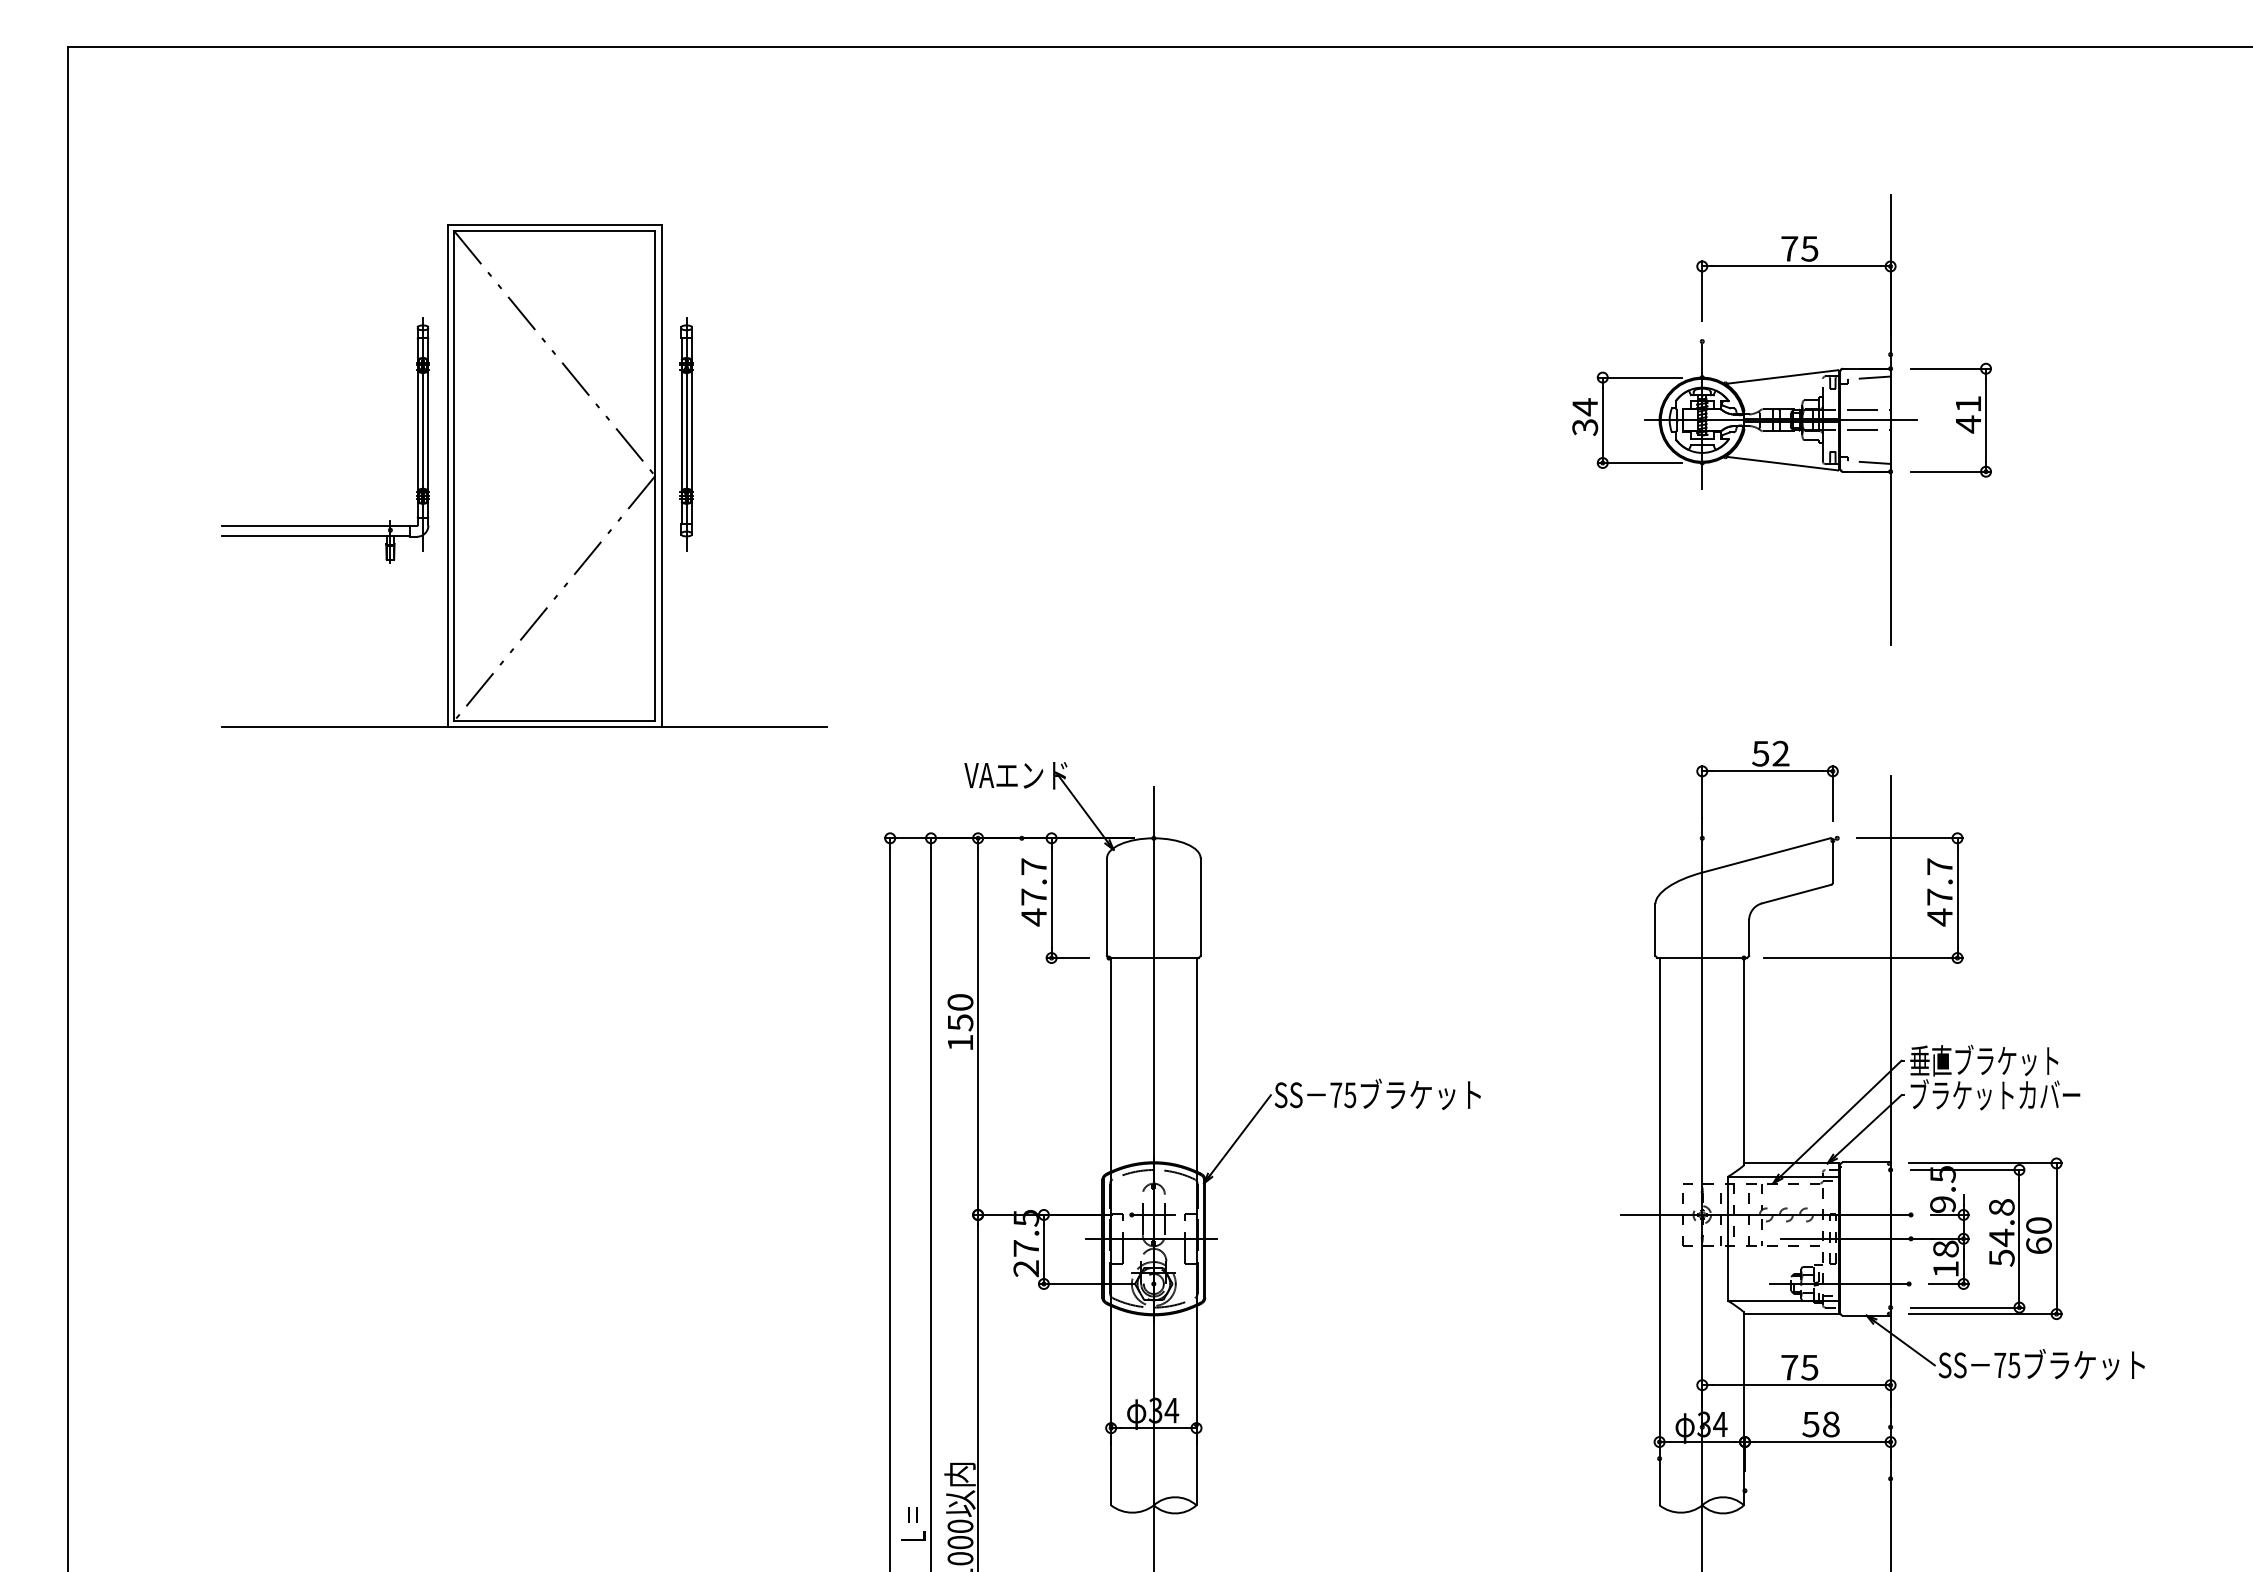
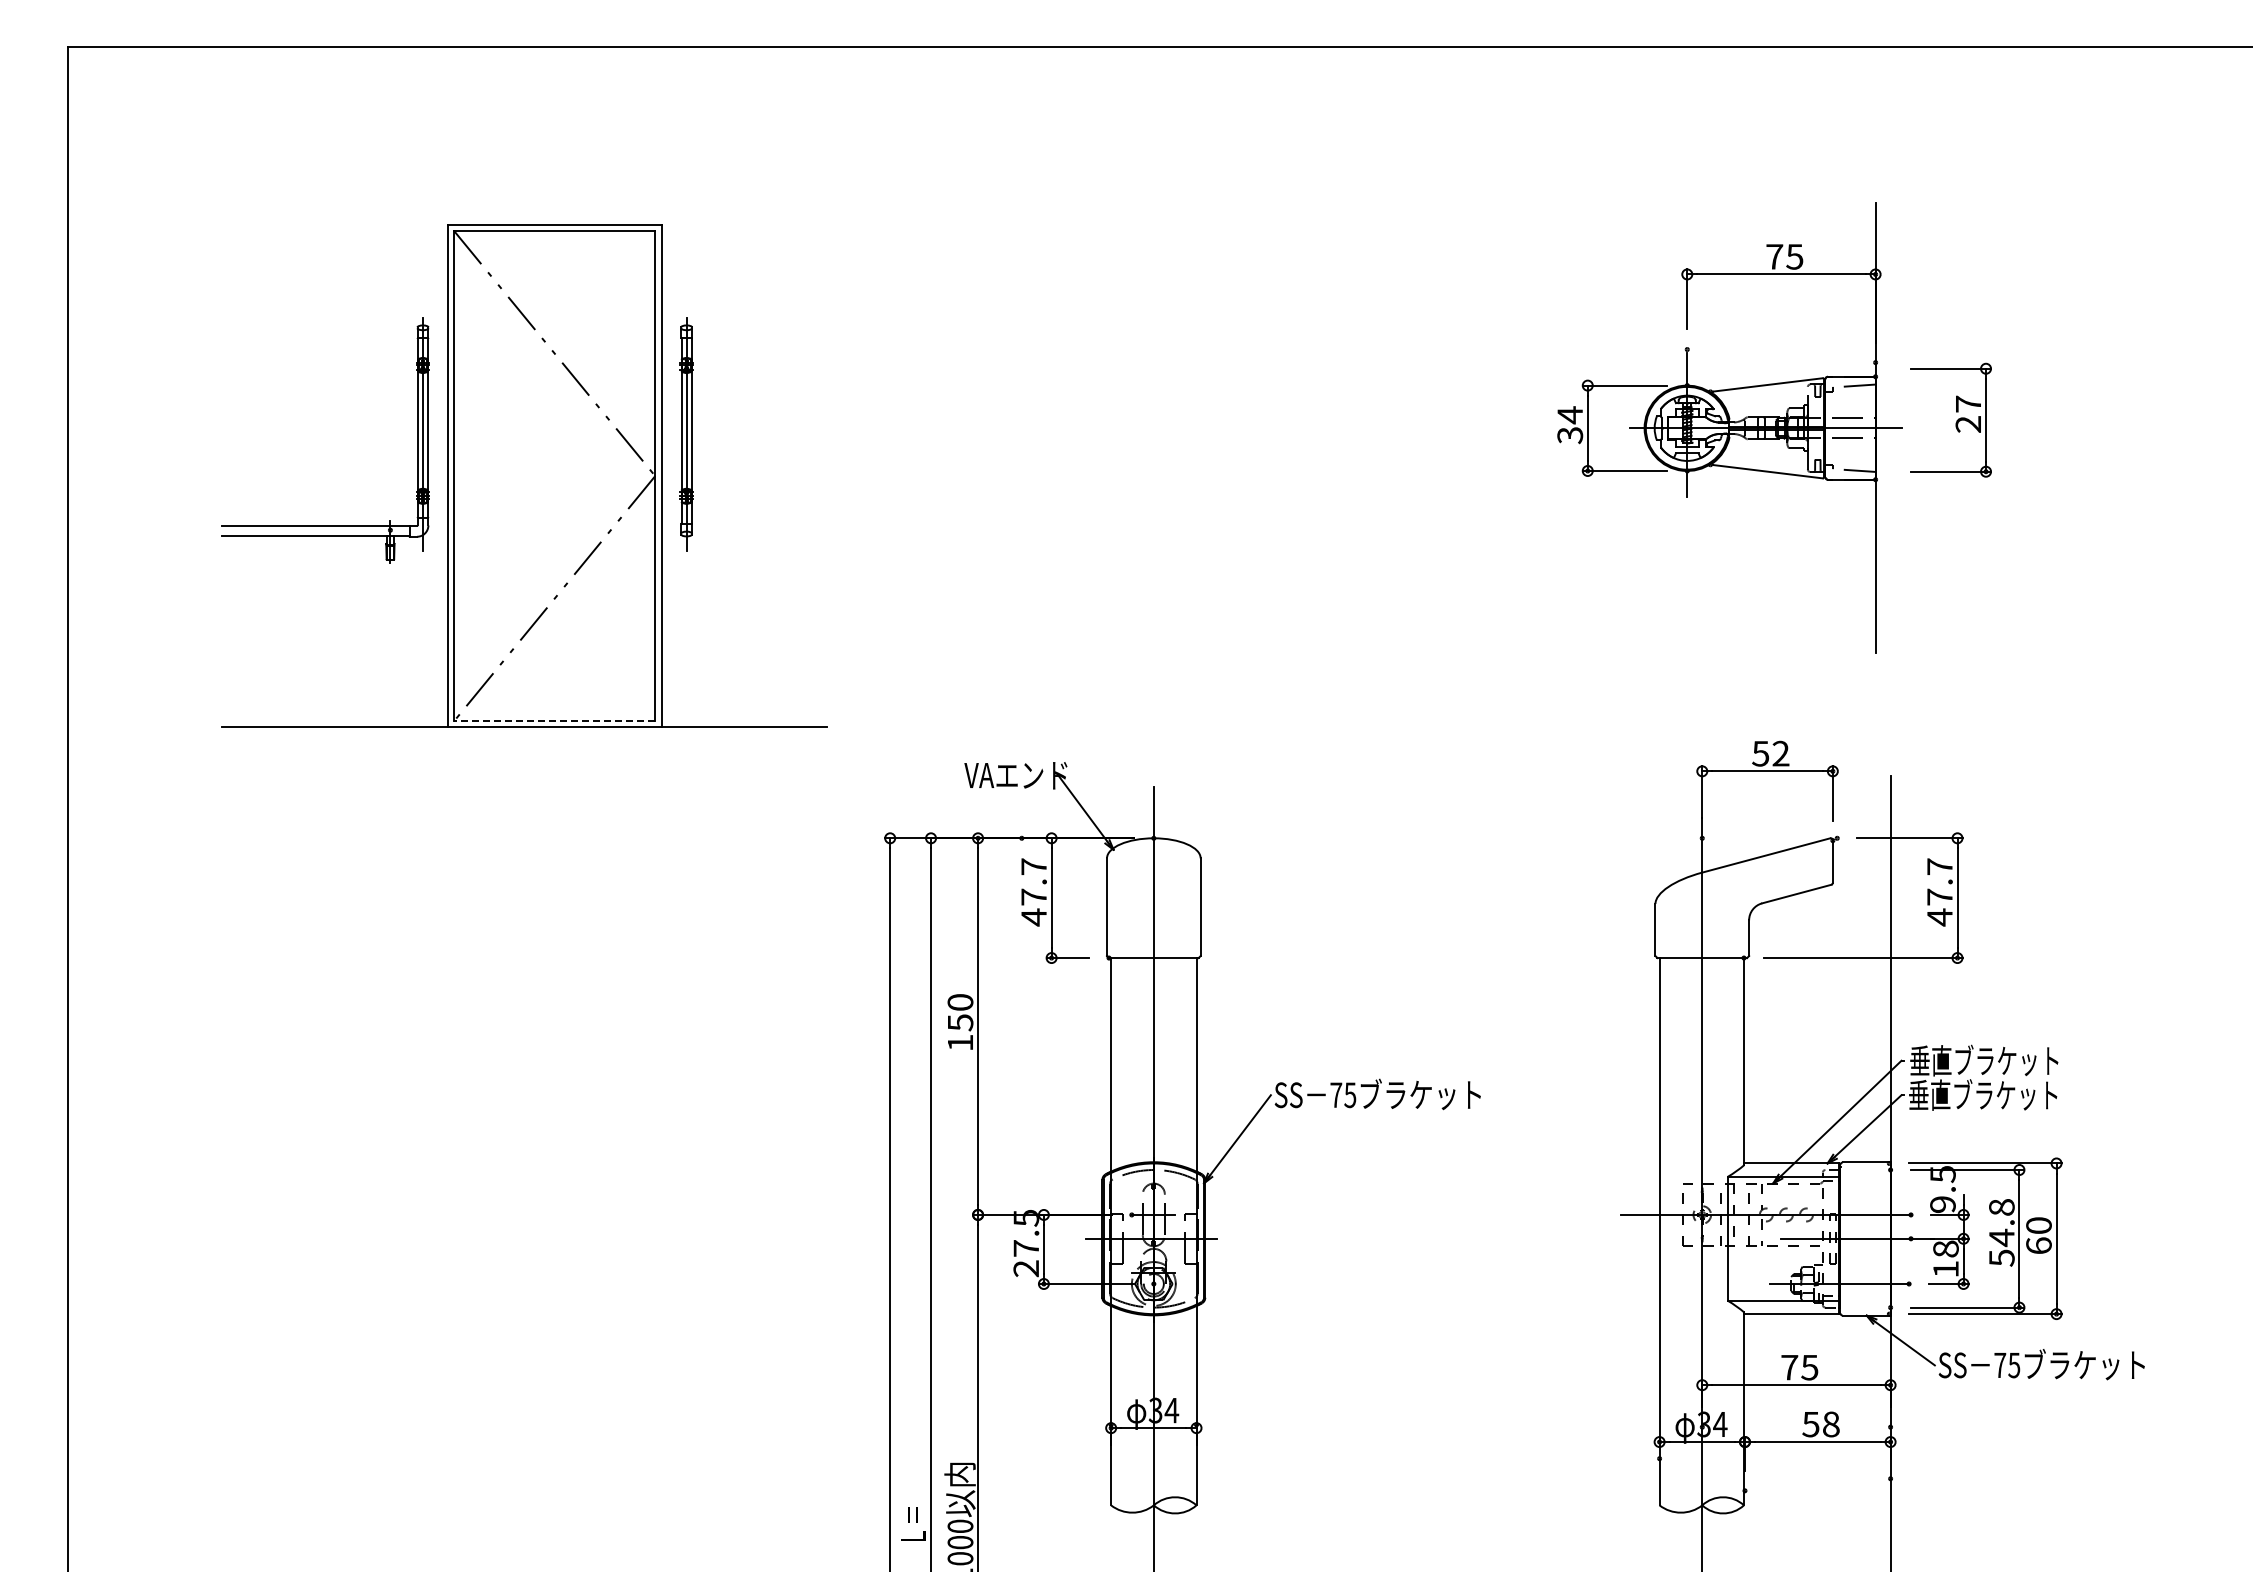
text at (1967, 414): 41 -> 27
part at (1744, 419) position: (1744, 419) -> (1729, 427)
line at (554, 720): solid -> dashed
text at (1994, 1094): ブラケットカバー -> 垂直ブラケット
